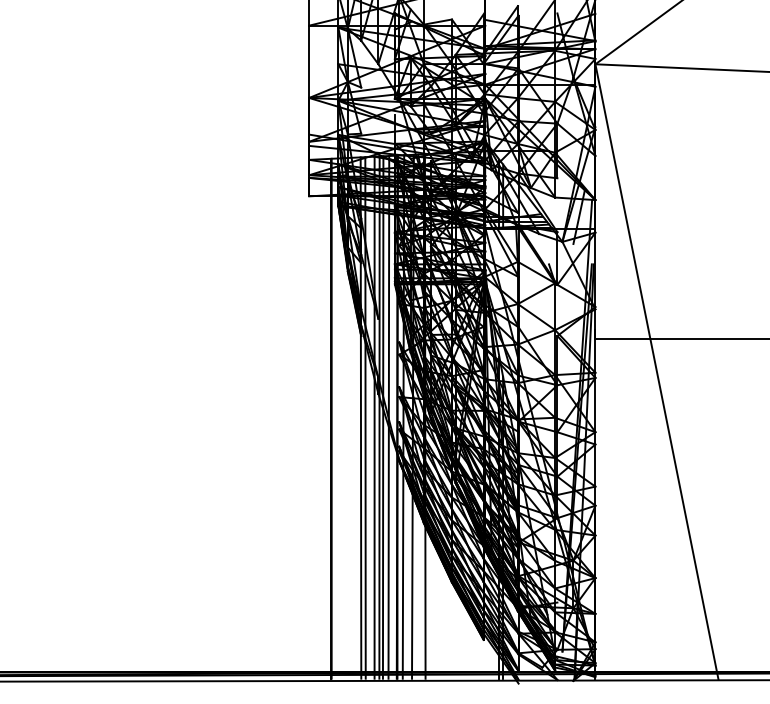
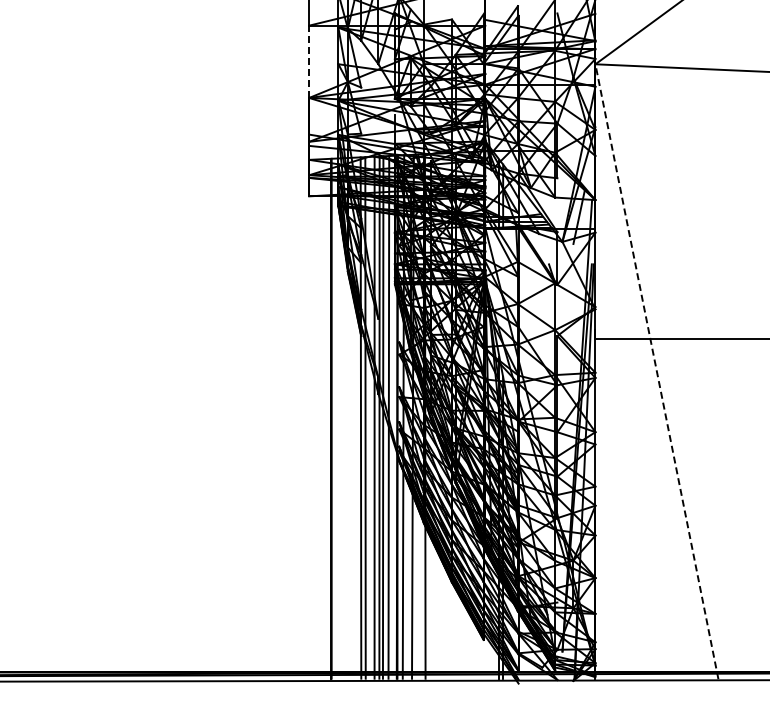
line at (309, 61): solid -> dashed
line at (656, 371): solid -> dashed
